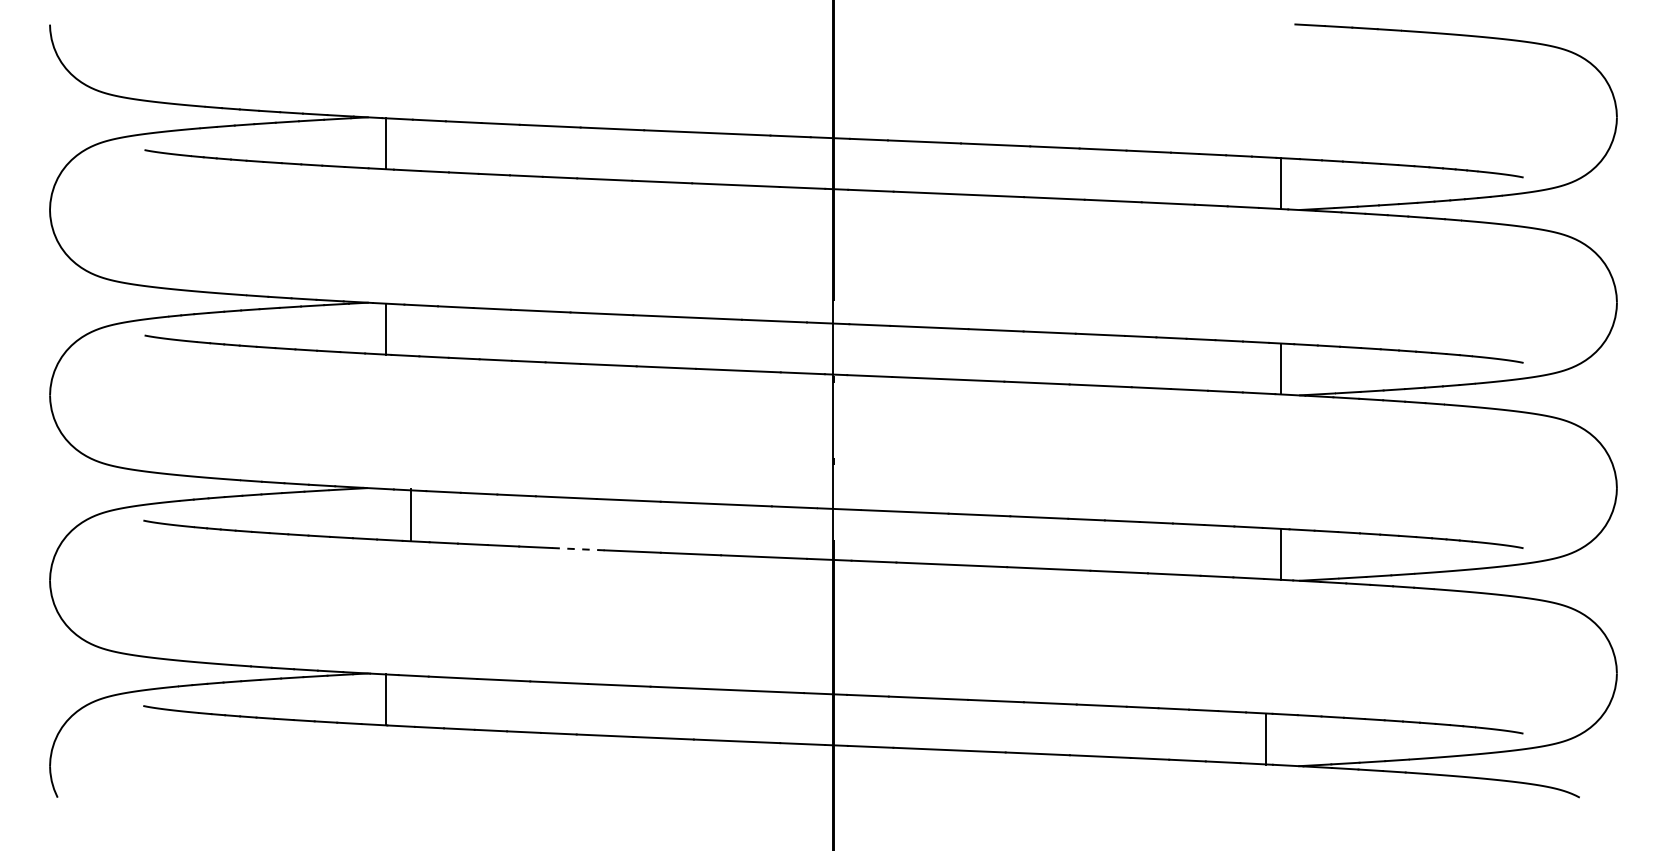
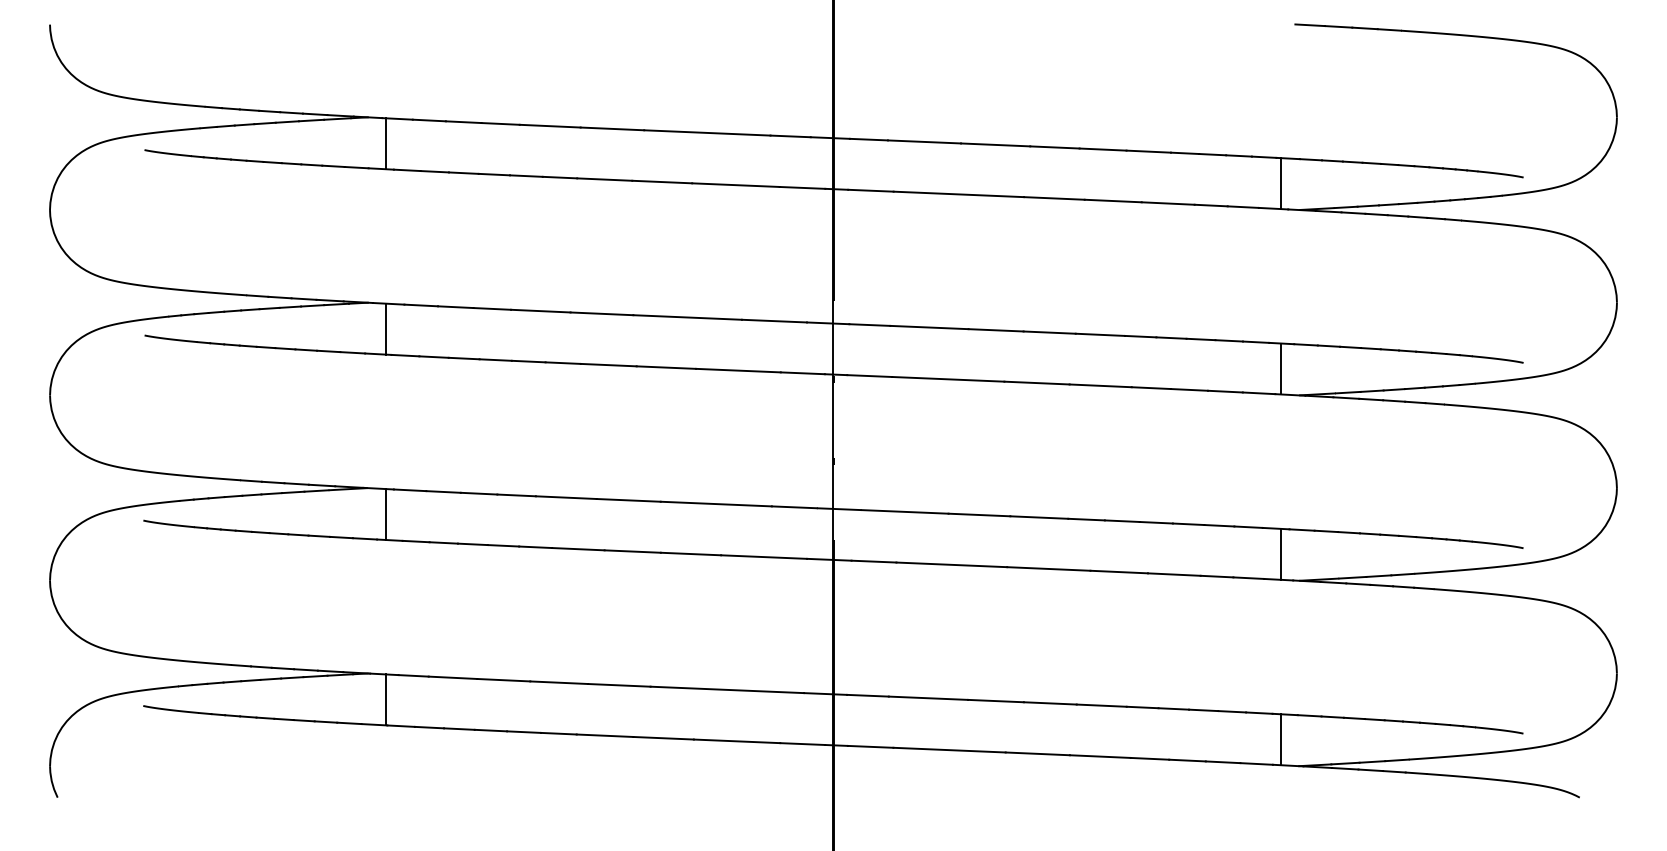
line at (410, 514) position: (410, 514) -> (385, 514)
line at (577, 549): dashed -> solid
line at (1266, 739) position: (1266, 739) -> (1281, 739)
